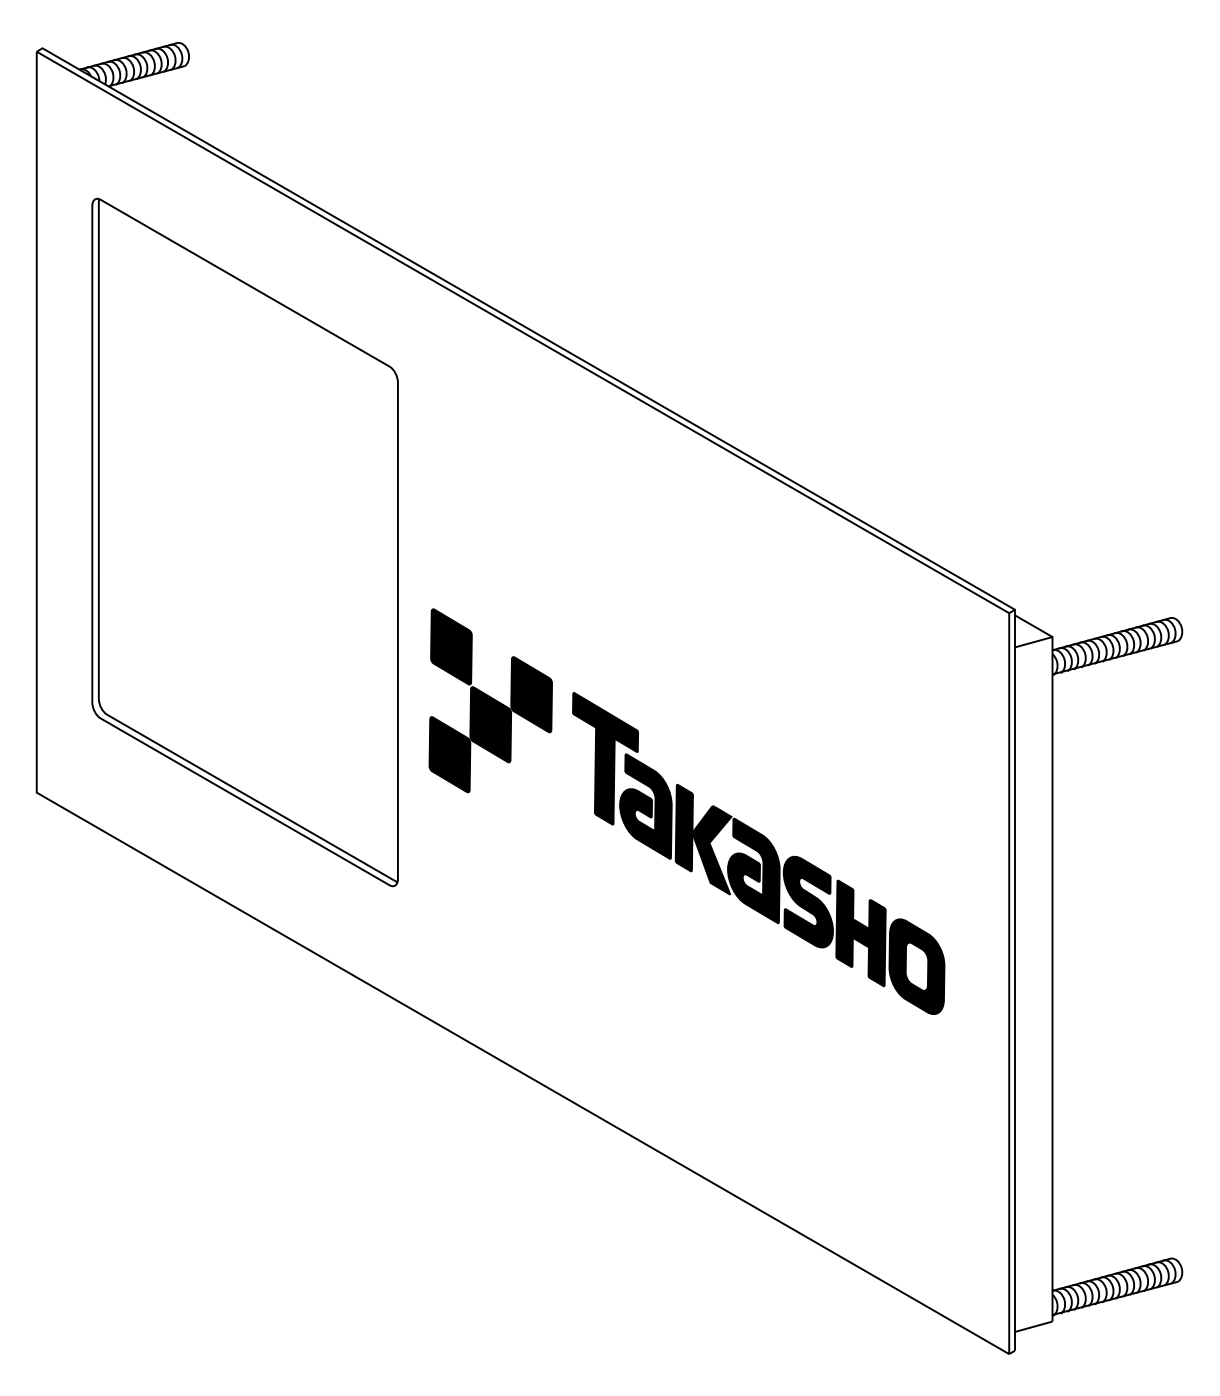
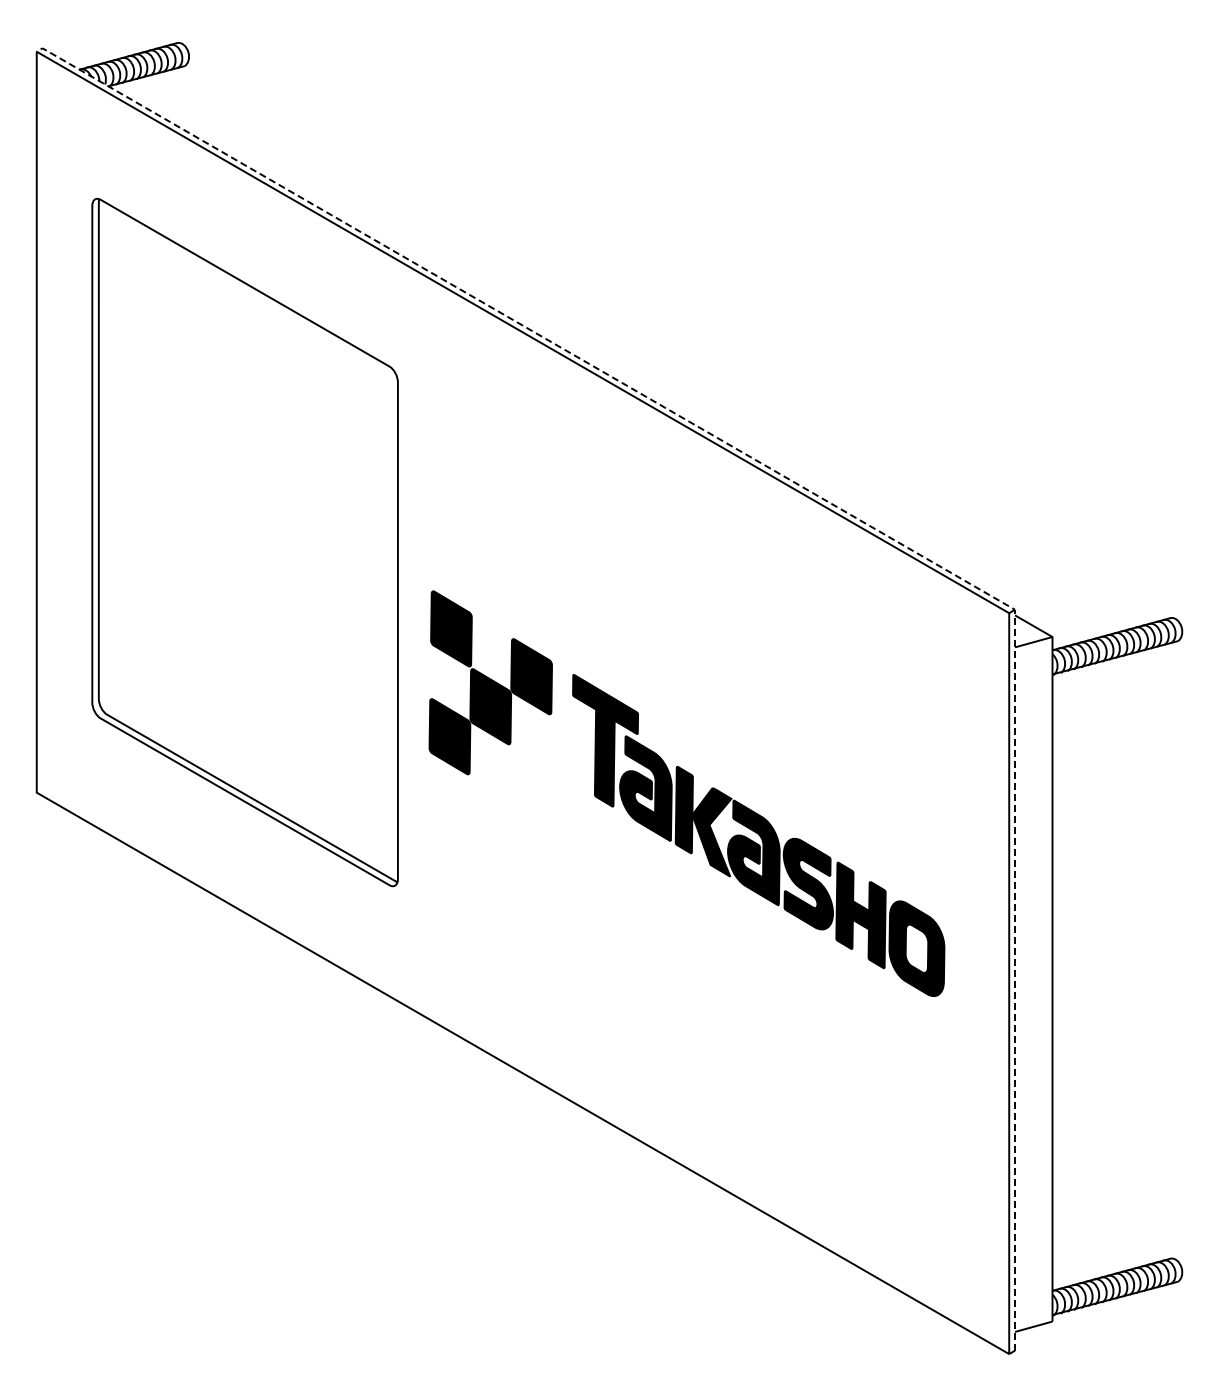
line at (846, 512): solid -> dashed
part at (686, 811) position: (686, 811) -> (686, 793)
